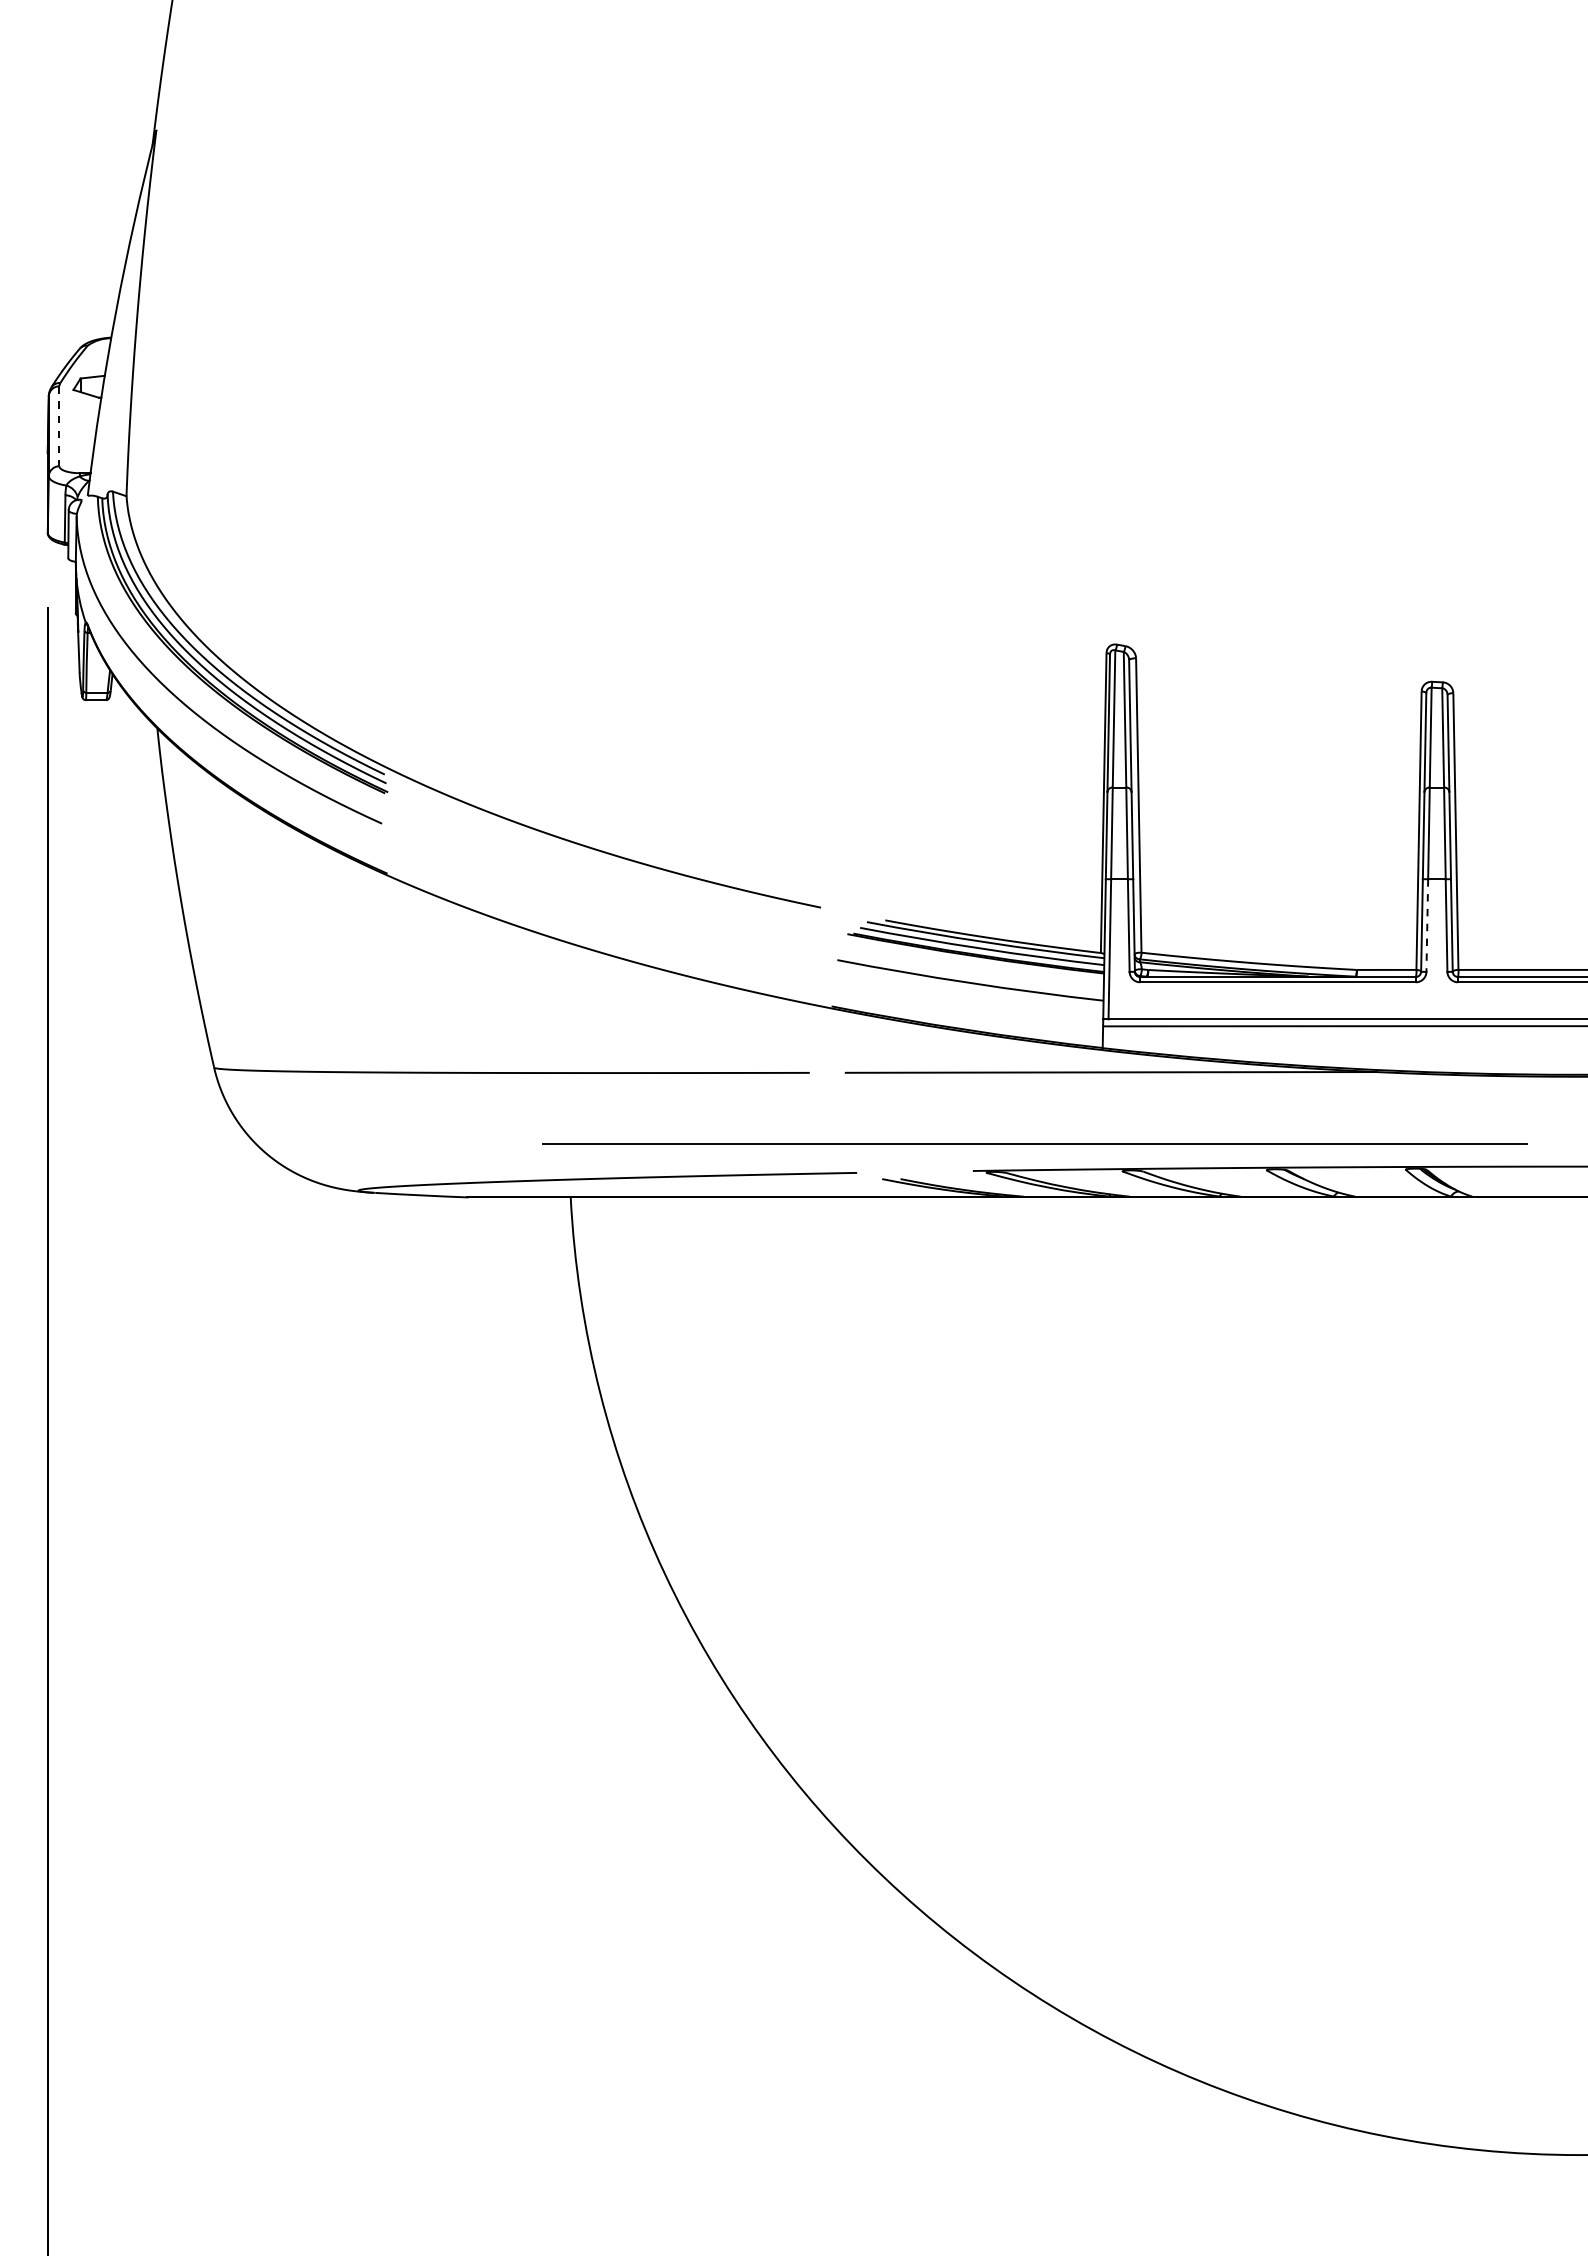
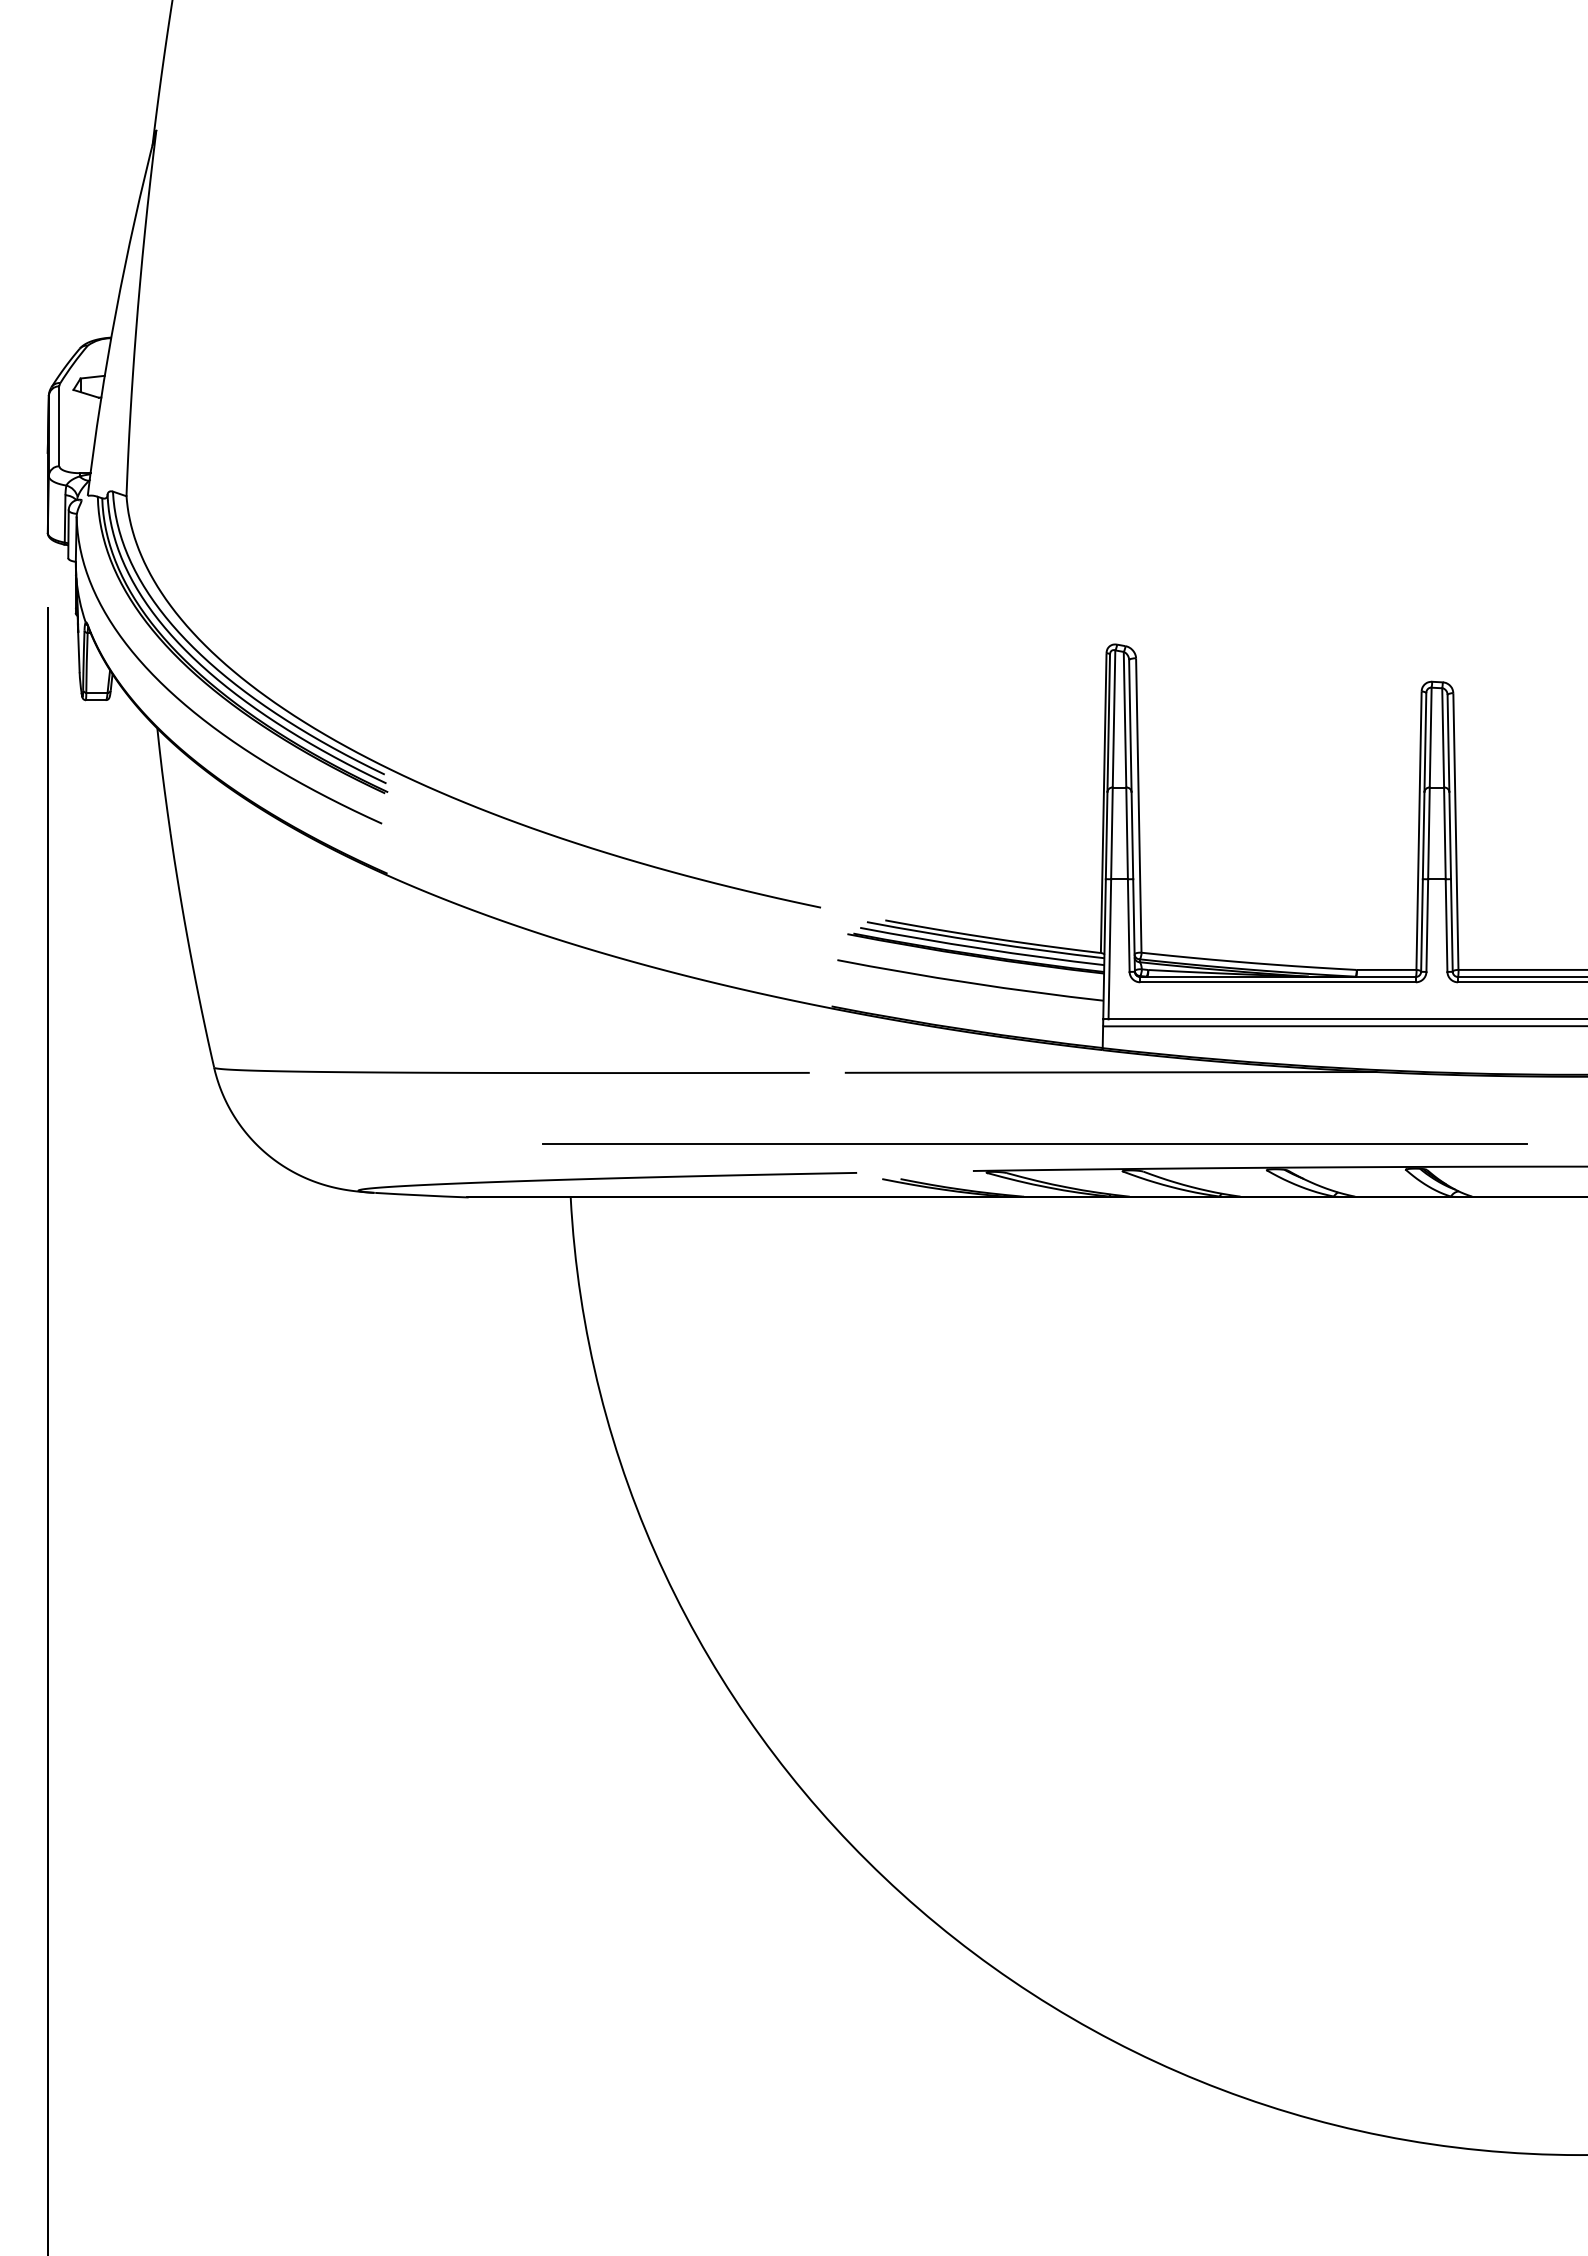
line at (59, 426): dashed -> solid
line at (1427, 926): dashed -> solid
